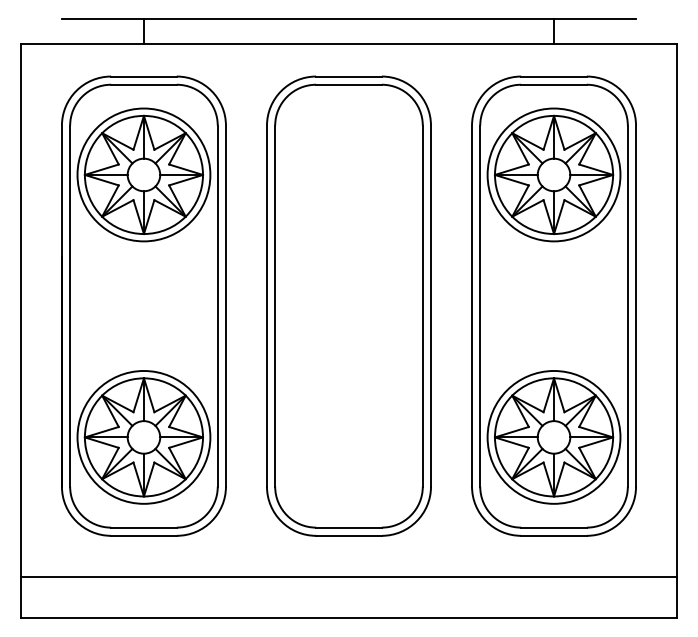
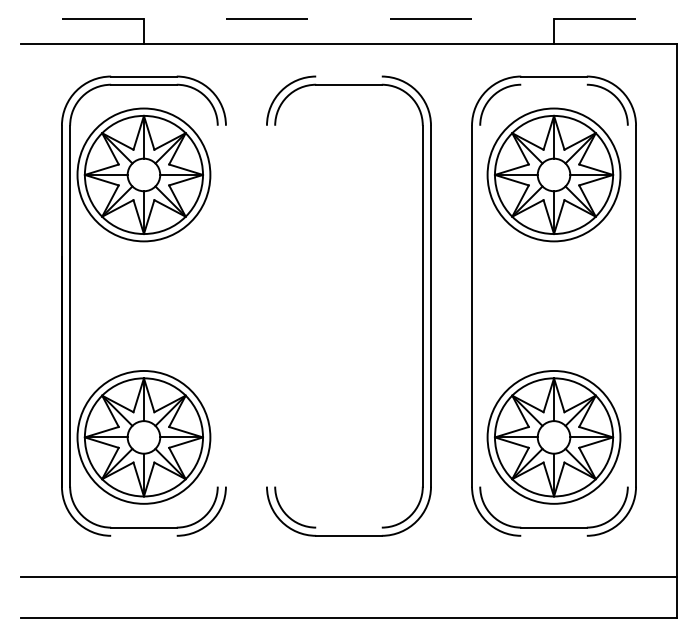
line at (348, 19): solid -> dashed
line at (348, 76): present -> none
line at (553, 84): present -> none
line at (217, 305): present -> none
line at (225, 305): present -> none
line at (266, 305): present -> none
line at (275, 305): present -> none
line at (480, 305): present -> none
line at (627, 305): present -> none
line at (20, 330): present -> none
line at (348, 527): present -> none
line at (143, 535): present -> none
line at (553, 535): present -> none
